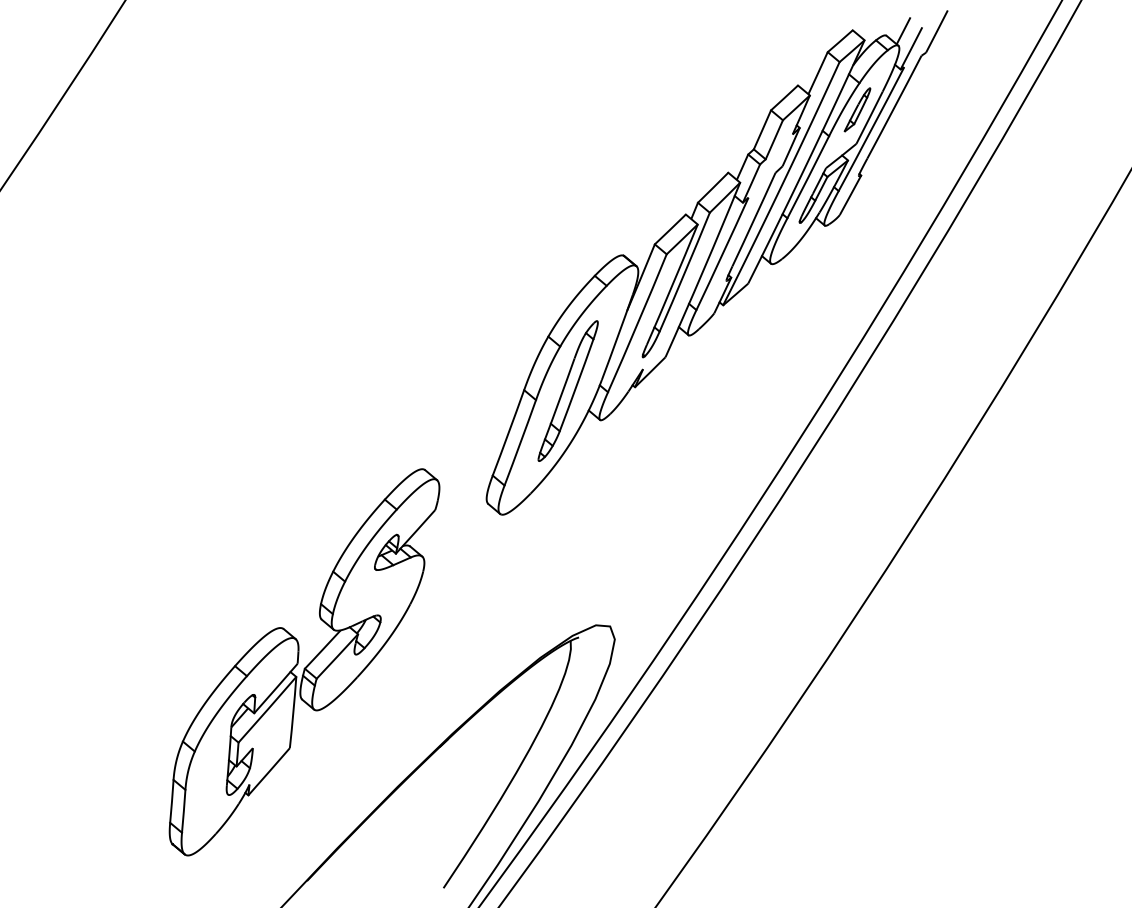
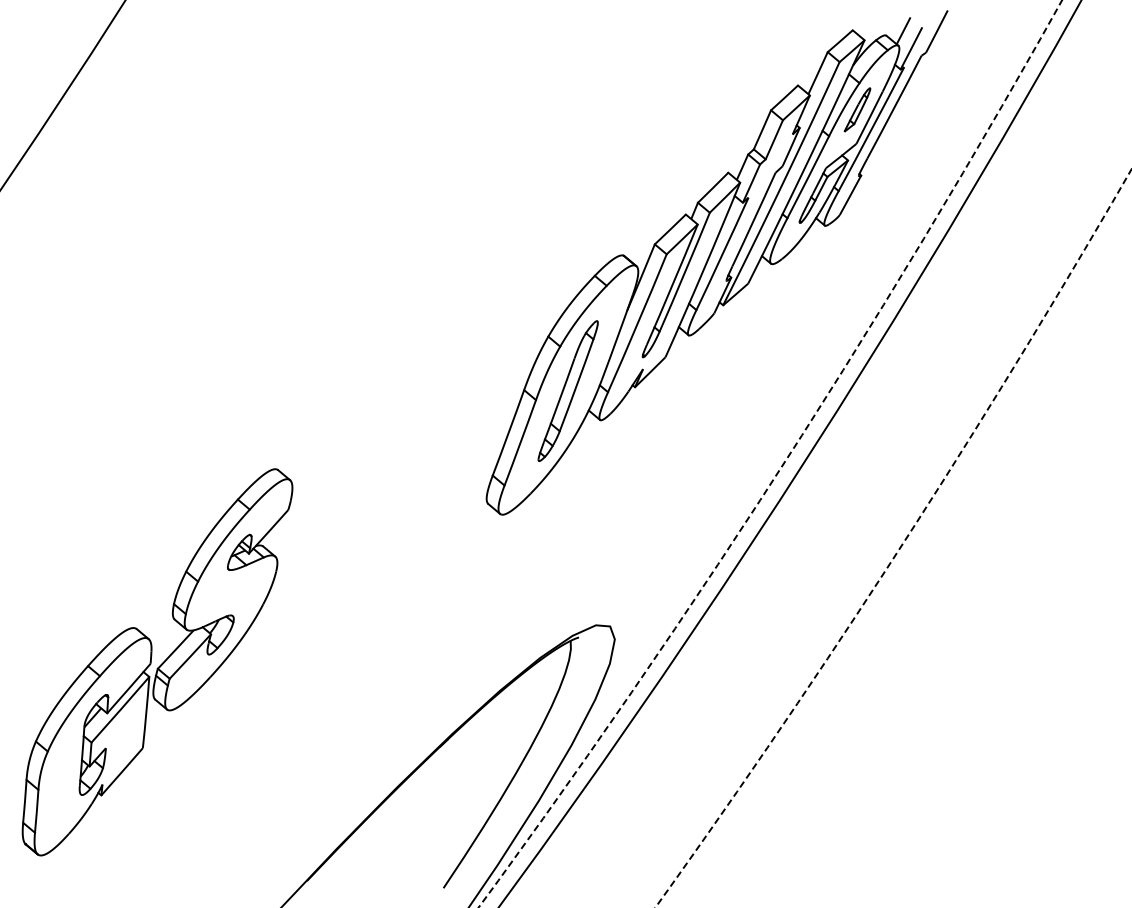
arc at (784, 461): solid -> dashed
circle at (893, 537): solid -> dashed
part at (304, 662) position: (304, 662) -> (157, 662)
